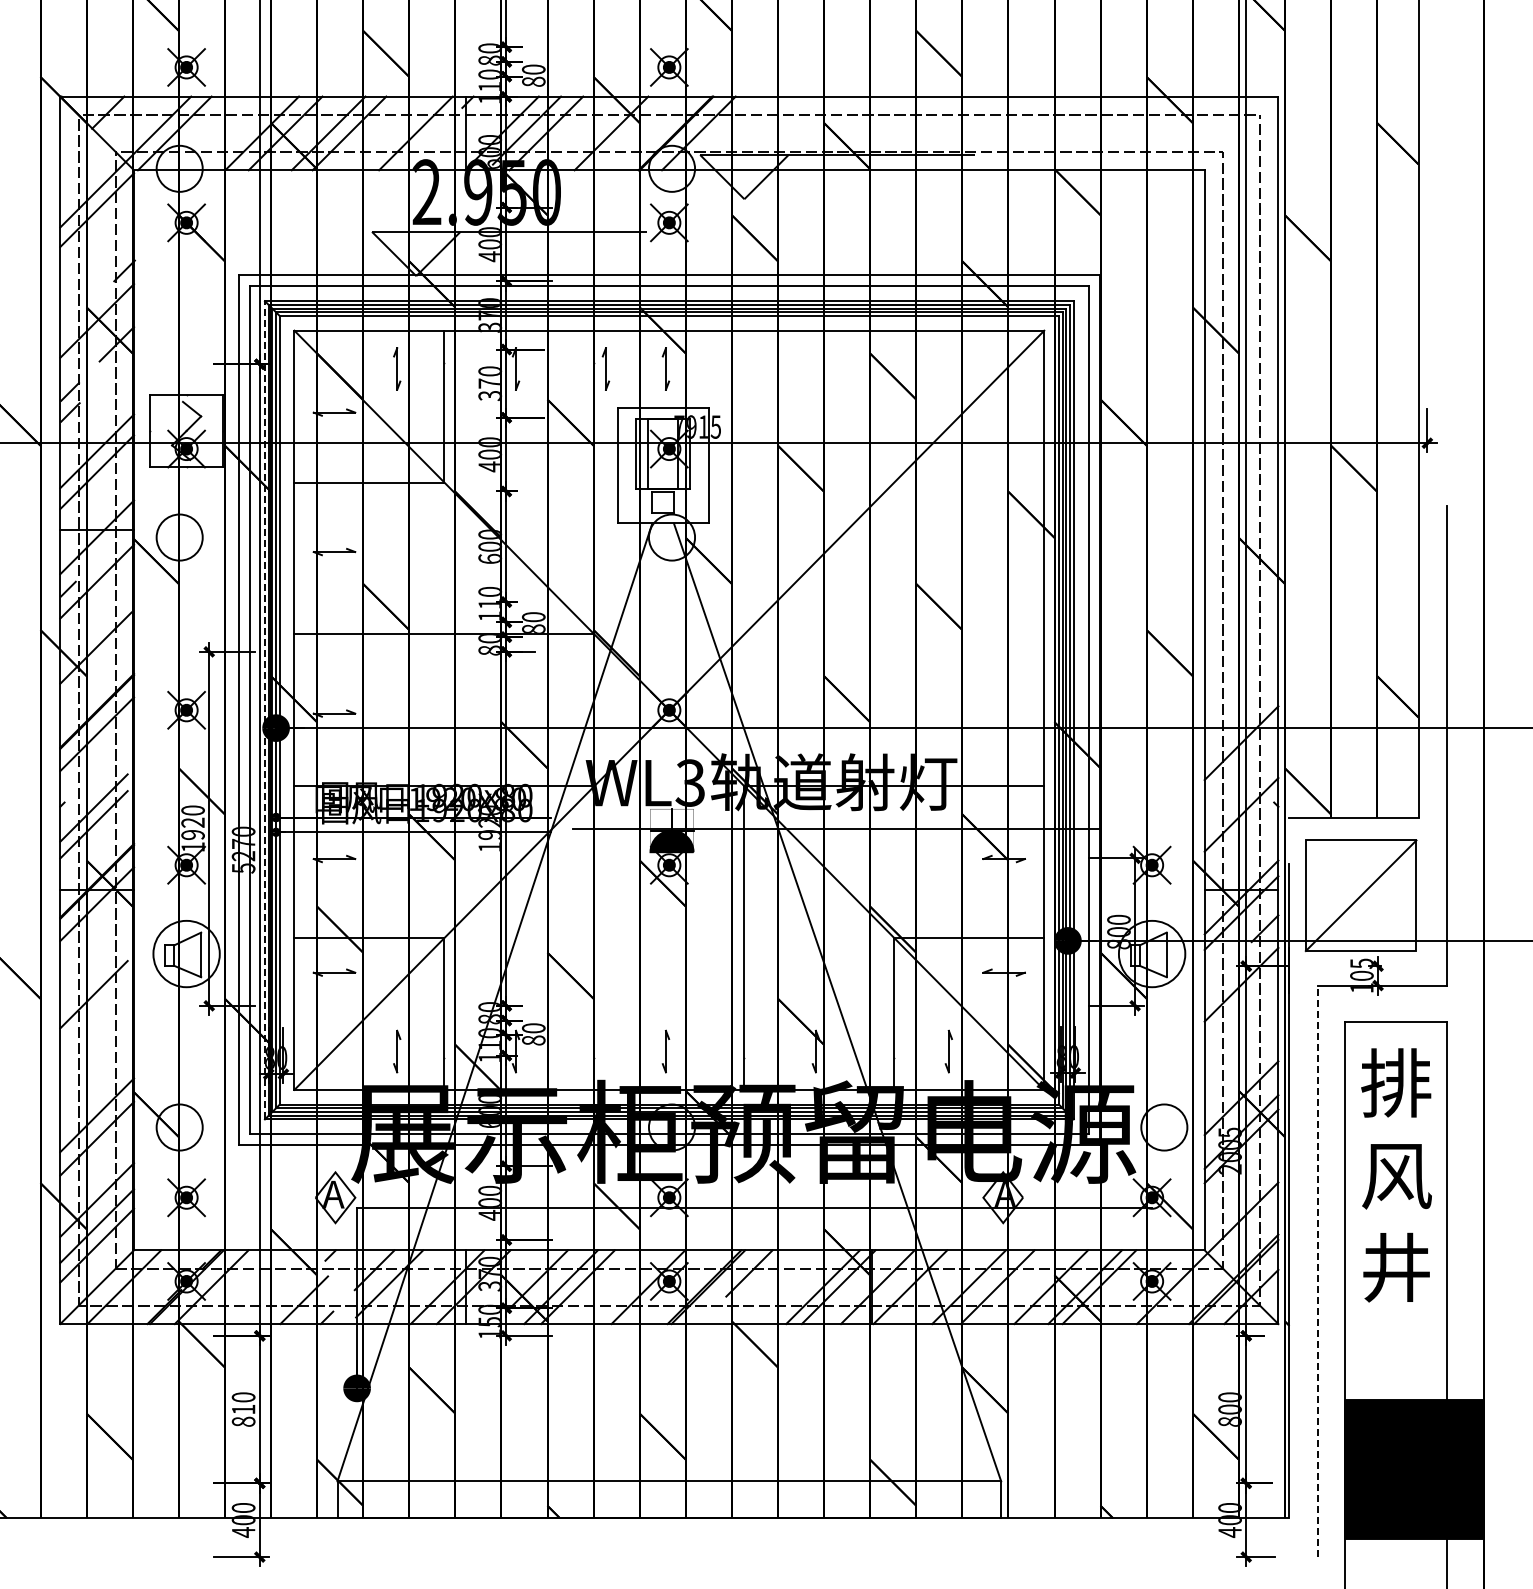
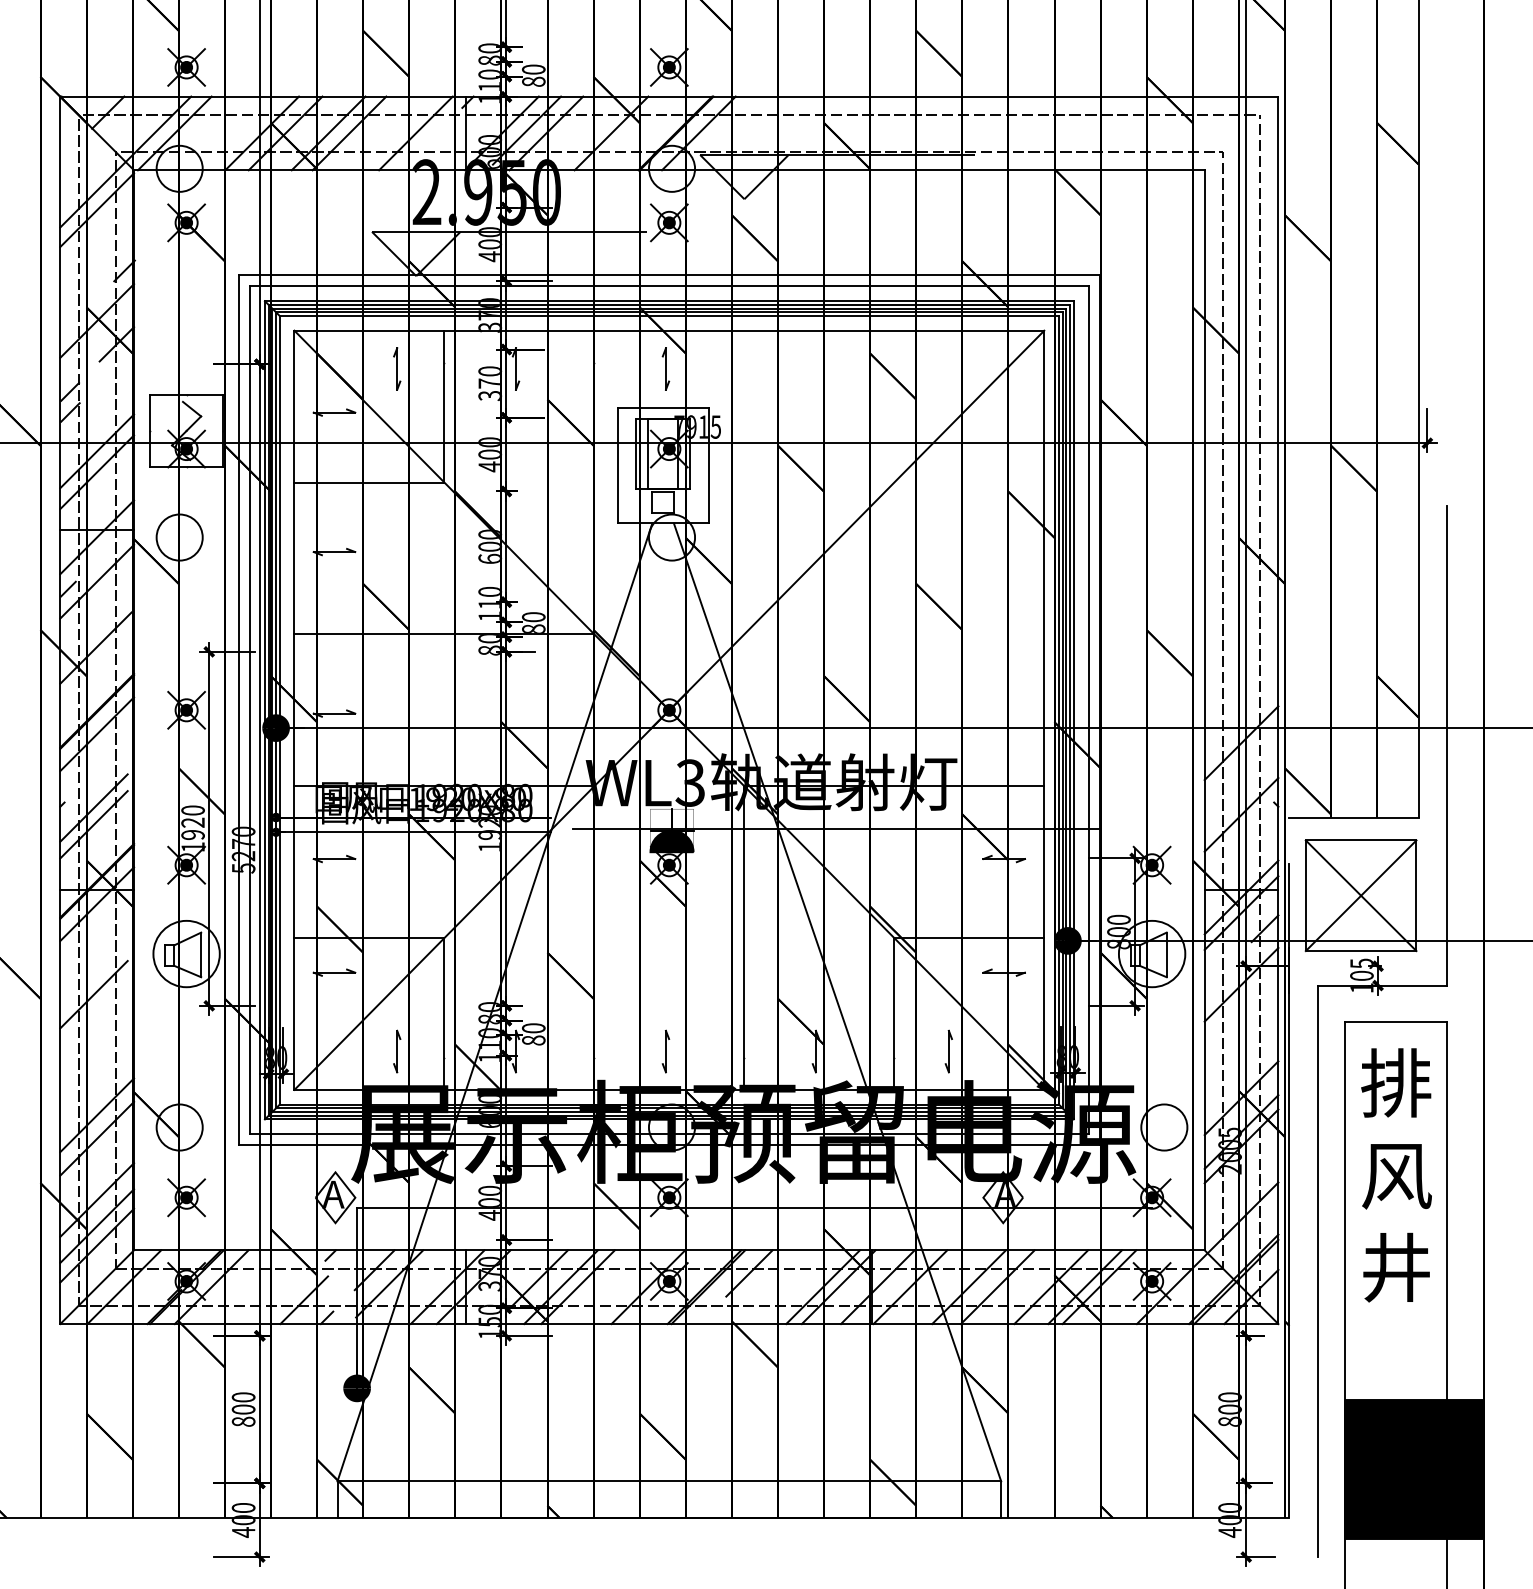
part at (605, 368): present -> none
line at (264, 709): dashed -> solid
line at (1360, 895): none -> present
line at (1317, 1271): dashed -> solid
text at (243, 1409): 810 -> 800
